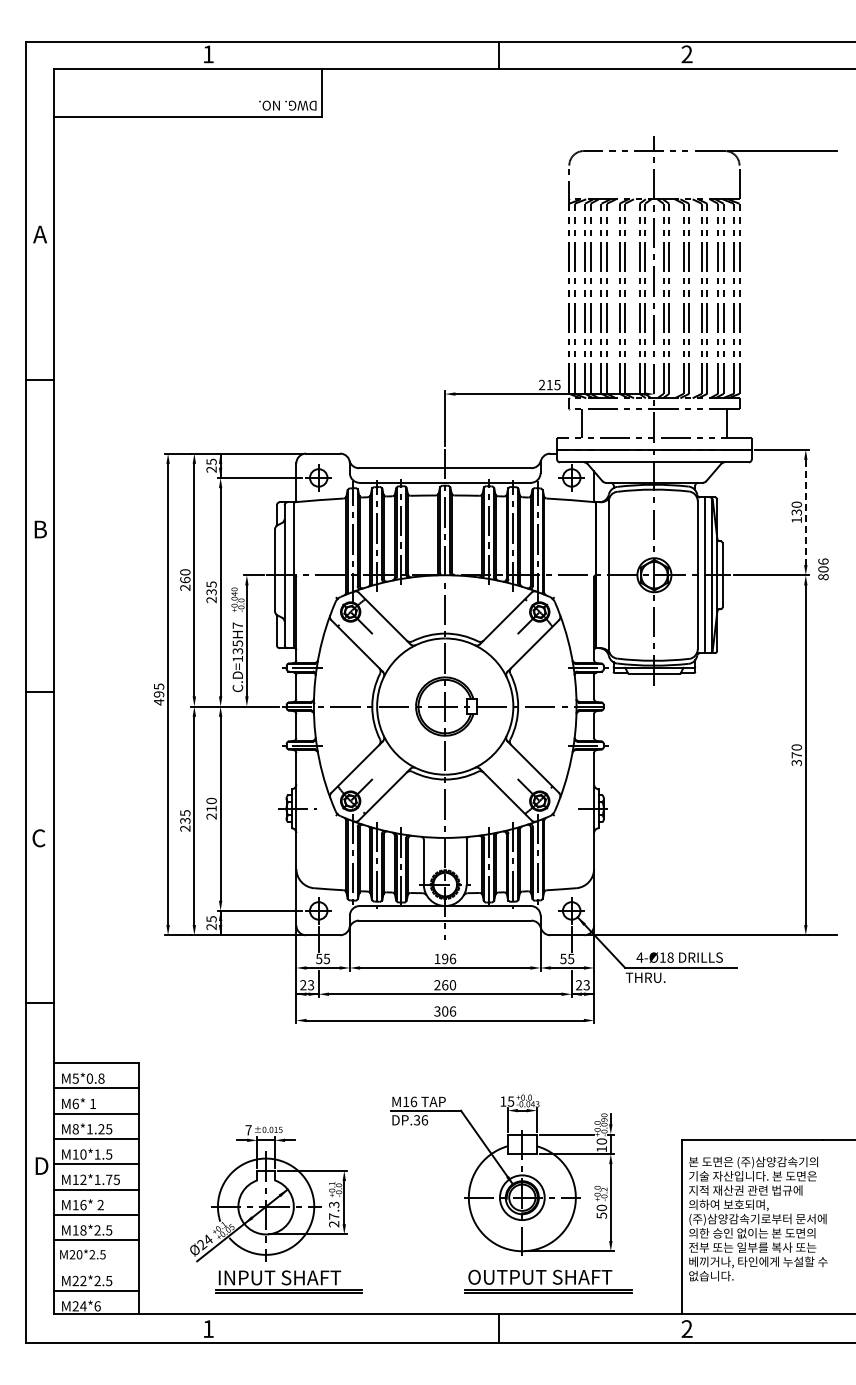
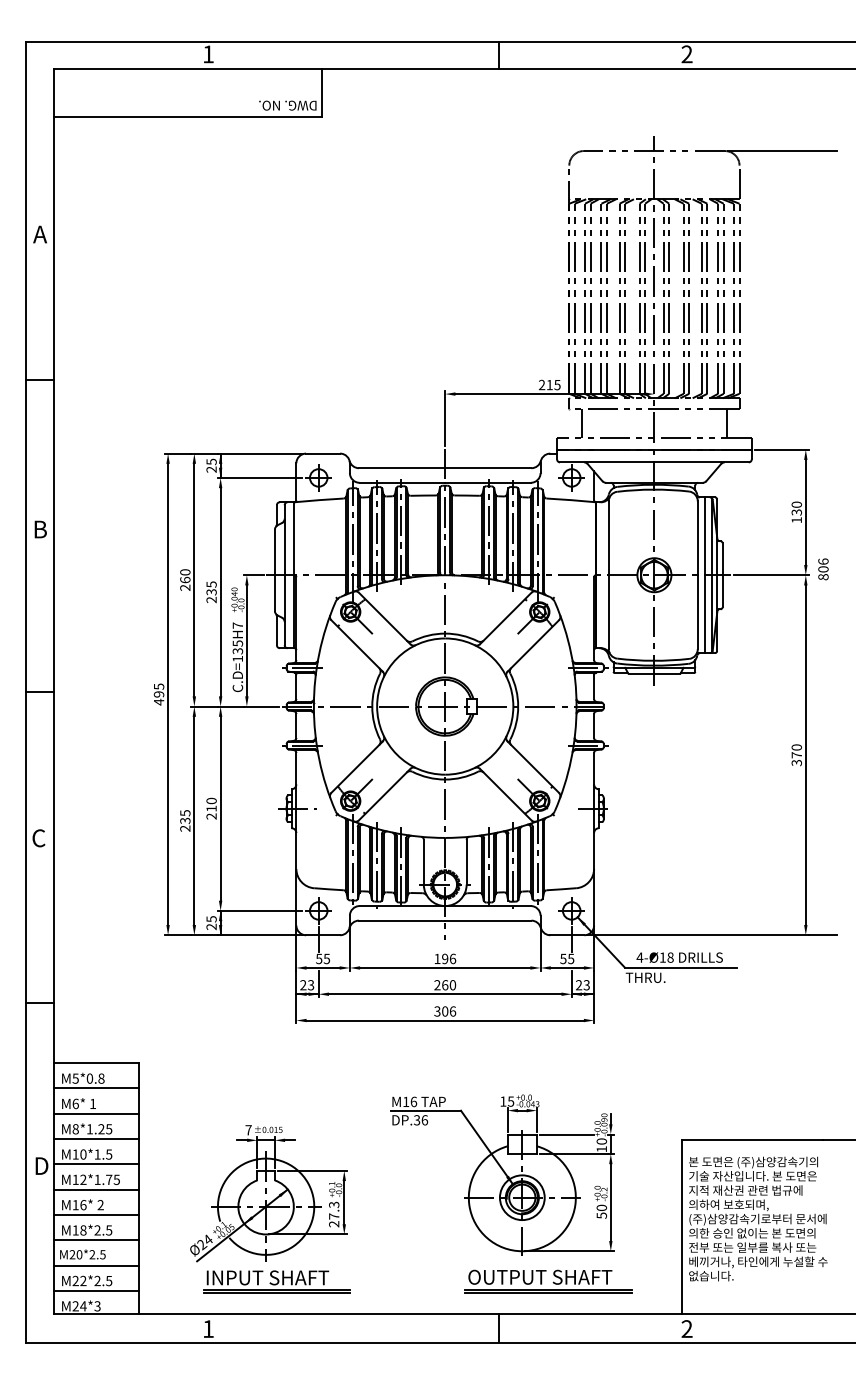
line at (805, 512): dashed -> solid
line at (96, 1265): none -> present
part at (288, 1281) position: (288, 1281) -> (276, 1281)
text at (97, 1306): M24*6 -> M24*3
